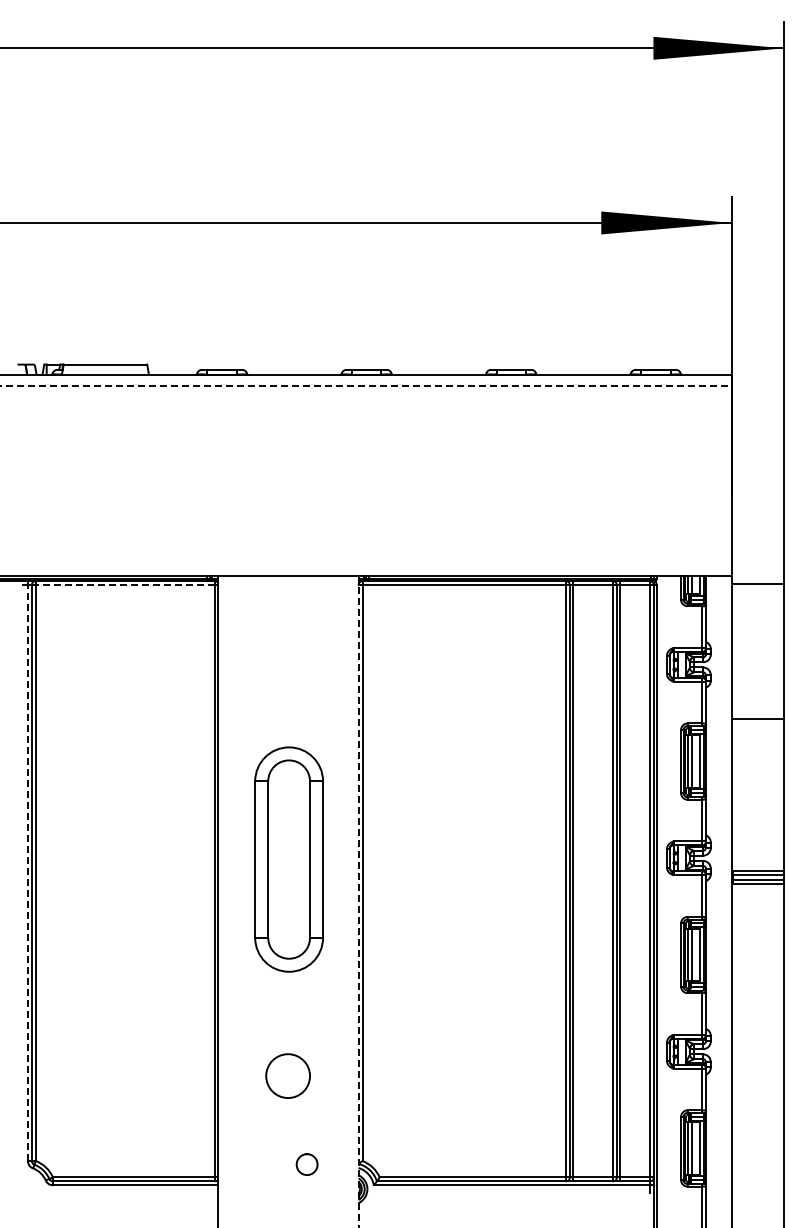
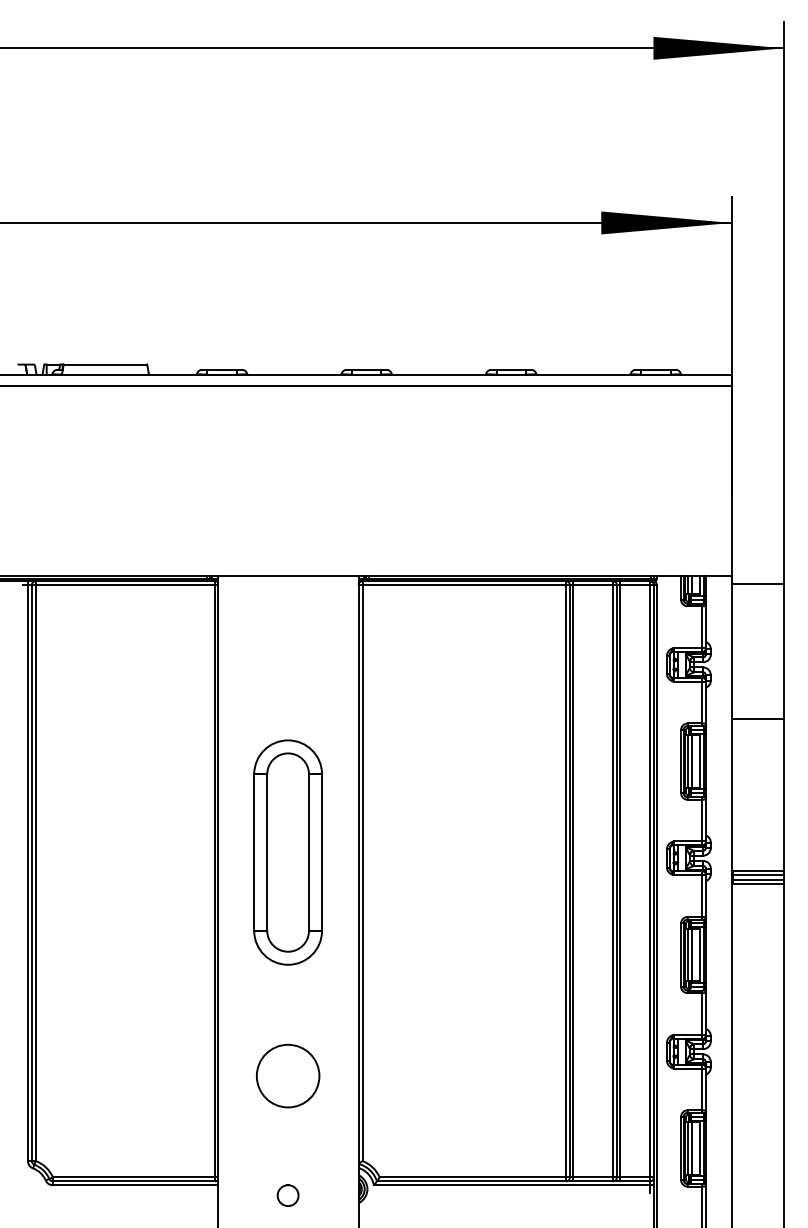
line at (366, 386): dashed -> solid
line at (125, 585): dashed -> solid
part at (288, 859) position: (288, 859) -> (287, 852)
line at (27, 873): dashed -> solid
line at (358, 901): dashed -> solid
circle at (288, 1076) diameter: 44 px -> 63 px
part at (306, 1164) position: (306, 1164) -> (287, 1195)
